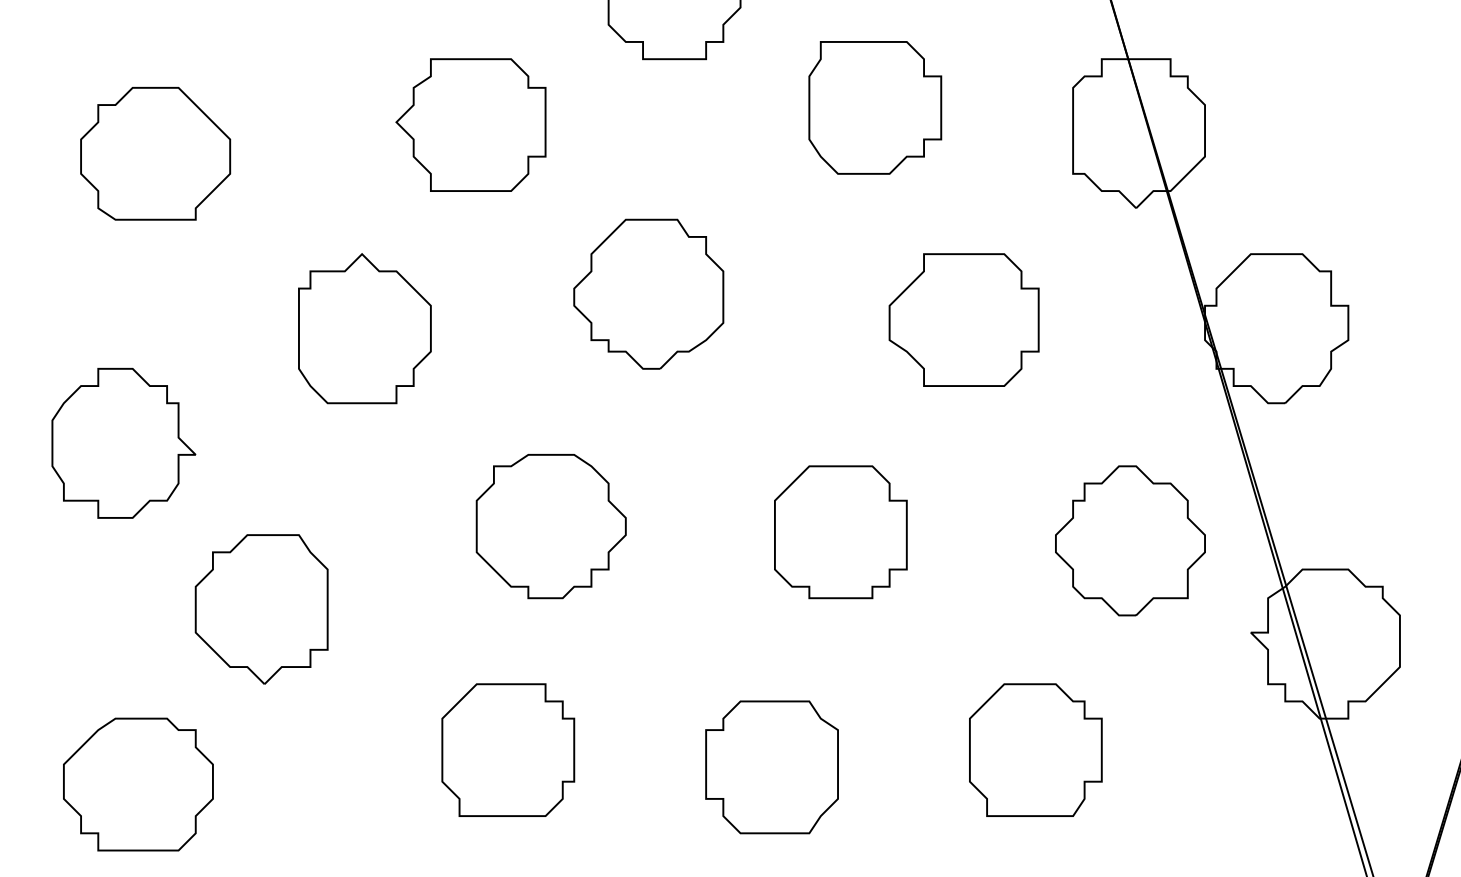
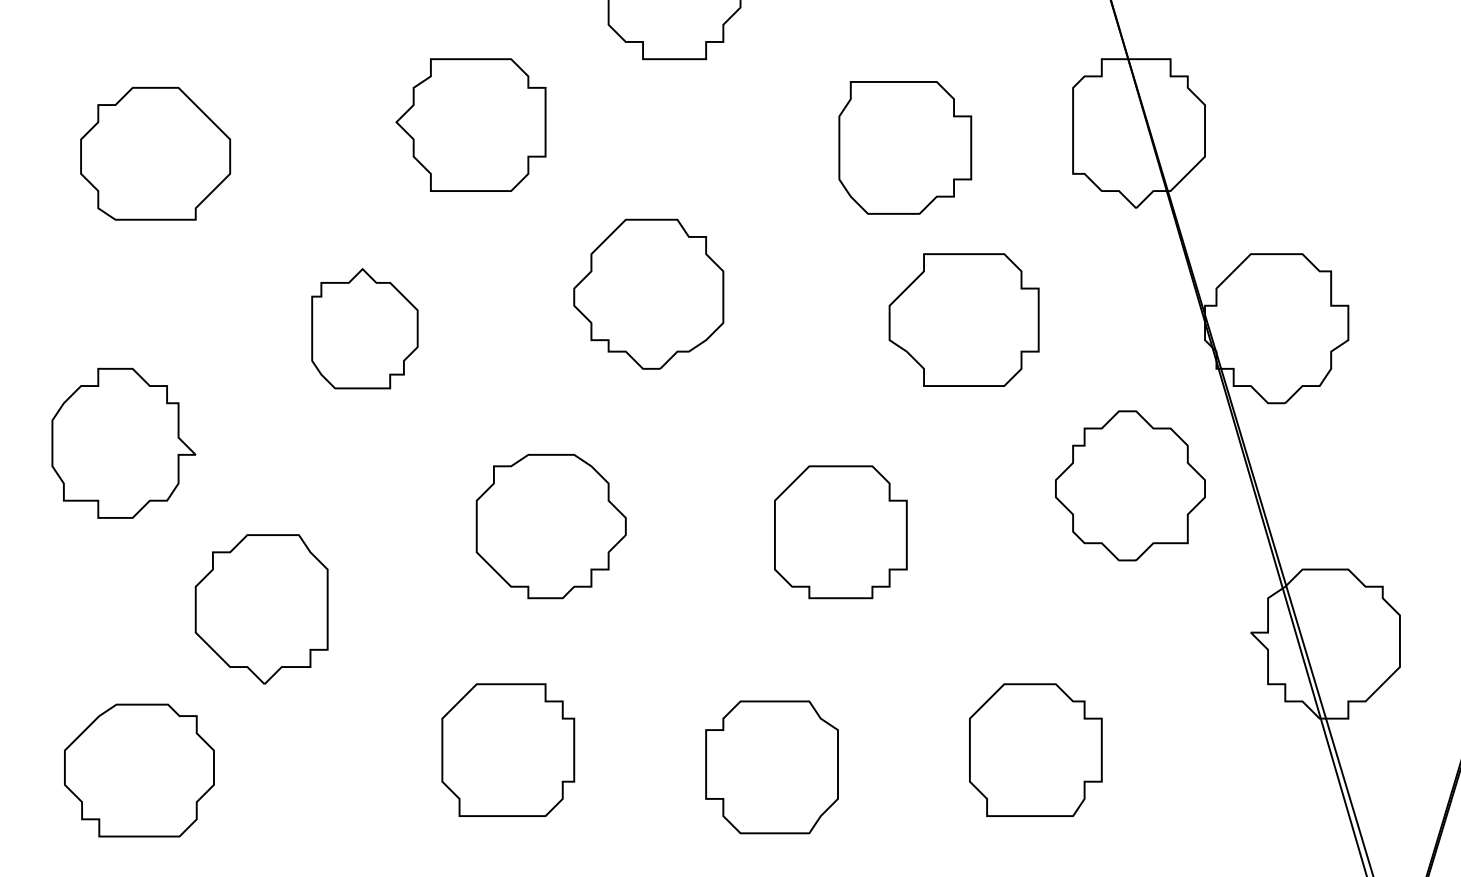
part at (875, 107) position: (875, 107) -> (905, 147)
part at (364, 328) size: 134x152 px -> 108x122 px
part at (1130, 540) position: (1130, 540) -> (1130, 485)
part at (138, 784) position: (138, 784) -> (139, 770)
